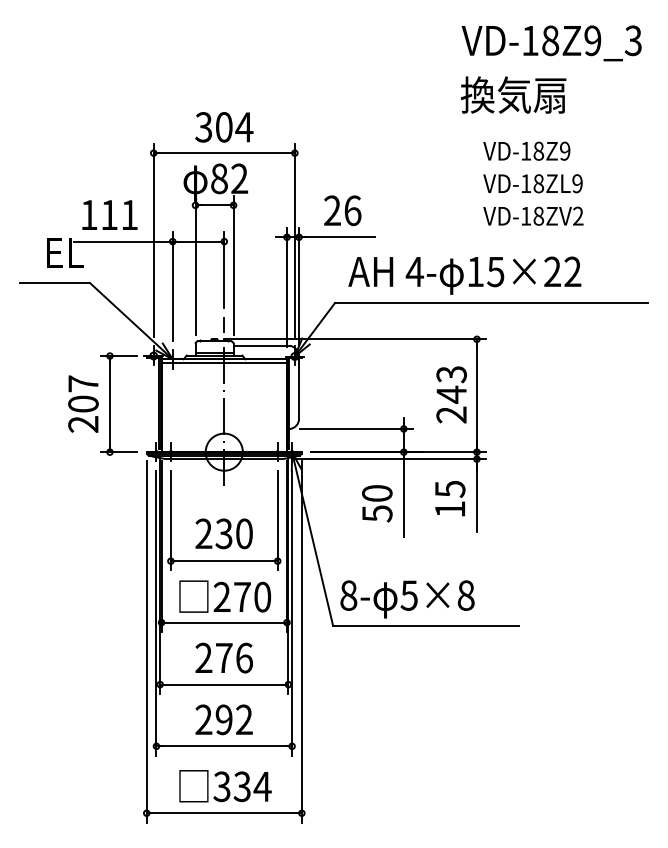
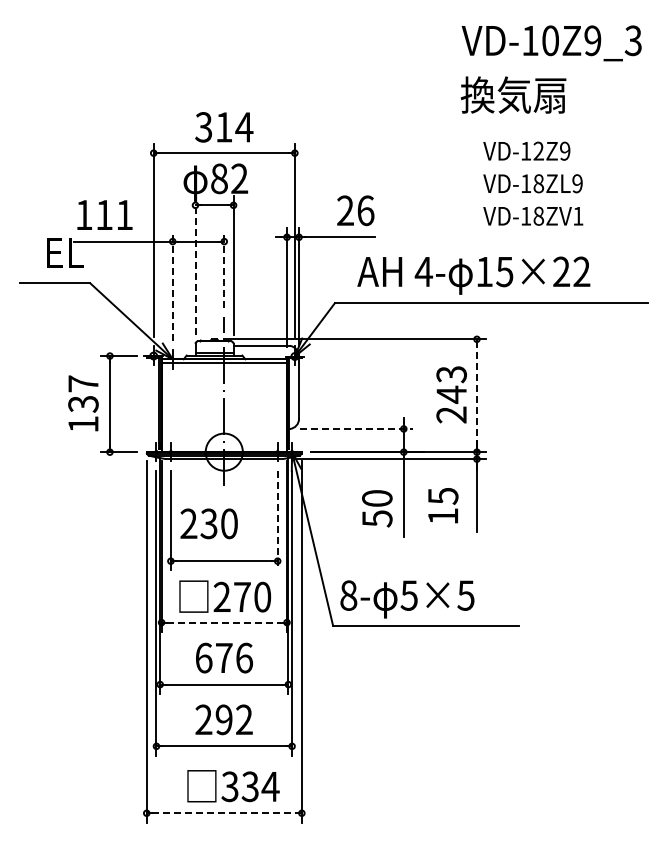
text at (550, 40): VD-18Z9_3 -> VD-10Z9_3
text at (224, 127): 304 -> 314
text at (538, 150): VD-18Z9 -> VD-12Z9
text at (342, 210) position: (342, 210) -> (355, 210)
text at (109, 214) position: (109, 214) -> (104, 214)
text at (578, 215): VD-18ZV2 -> VD-18ZV1
line at (195, 264): solid -> dashed
line at (224, 269): solid -> dashed
text at (464, 275) position: (464, 275) -> (473, 275)
line at (172, 286): solid -> dashed
line at (476, 395): solid -> dashed
text at (83, 413): 207 -> 137
line at (356, 428): solid -> dashed
text at (450, 498) position: (450, 498) -> (443, 505)
text at (377, 503) position: (377, 503) -> (377, 508)
line at (277, 520): solid -> dashed
text at (223, 533) position: (223, 533) -> (208, 523)
text at (465, 595): 5×8 -> 5×5
line at (224, 622): solid -> dashed
text at (203, 657): 276 -> 676
text at (225, 786) position: (225, 786) -> (233, 786)
line at (224, 813): solid -> dashed
